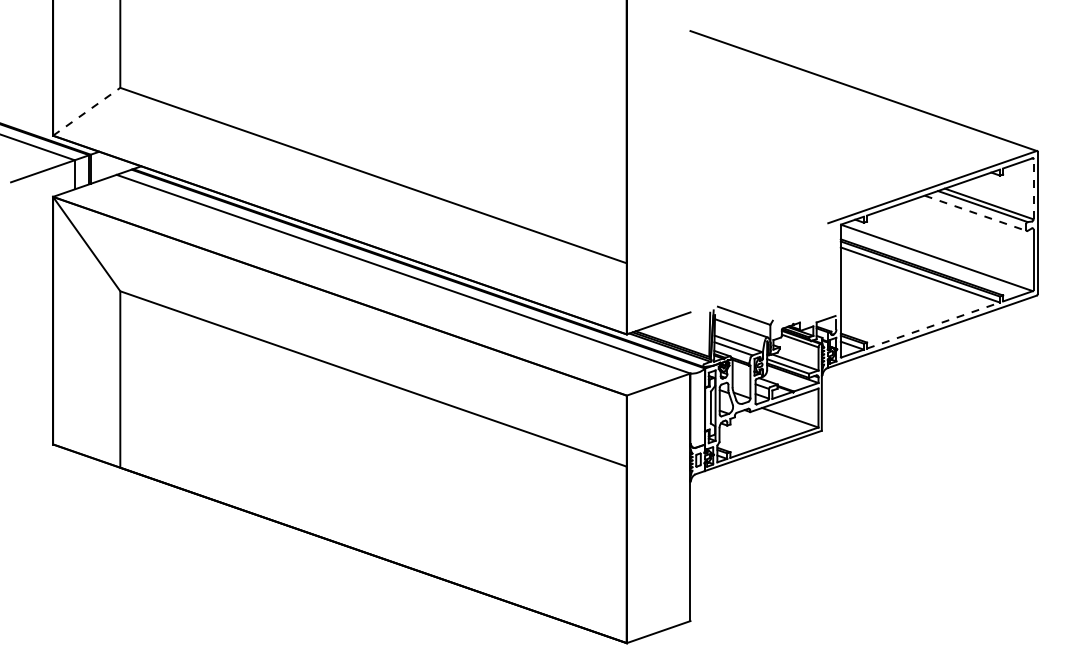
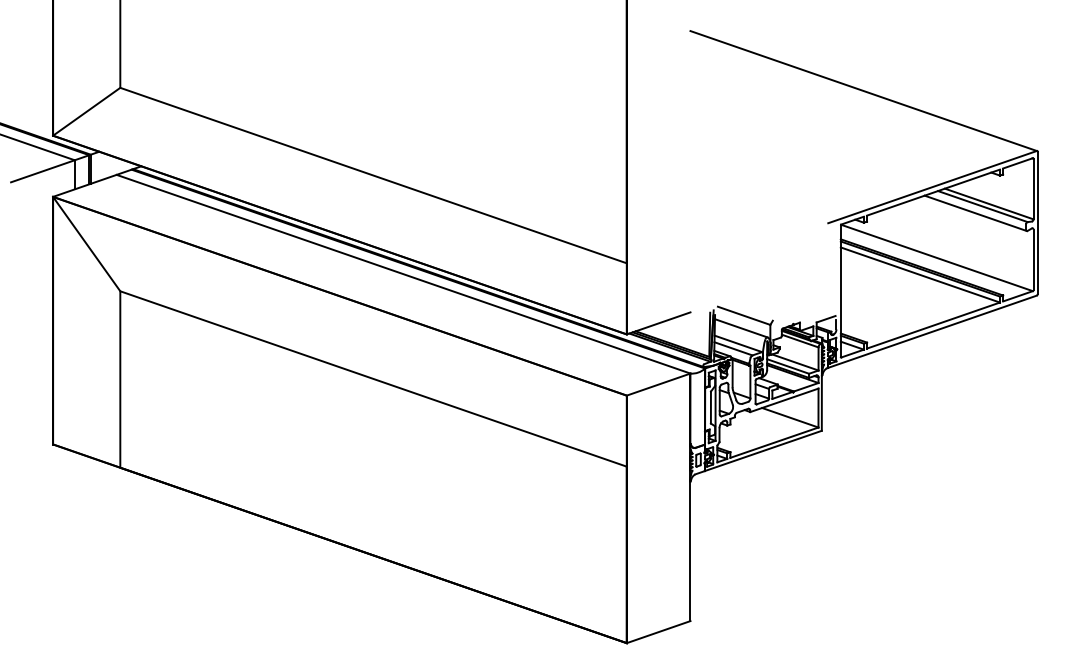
line at (87, 111): dashed -> solid
line at (1033, 188): dashed -> solid
line at (976, 213): dashed -> solid
line at (933, 325): dashed -> solid
